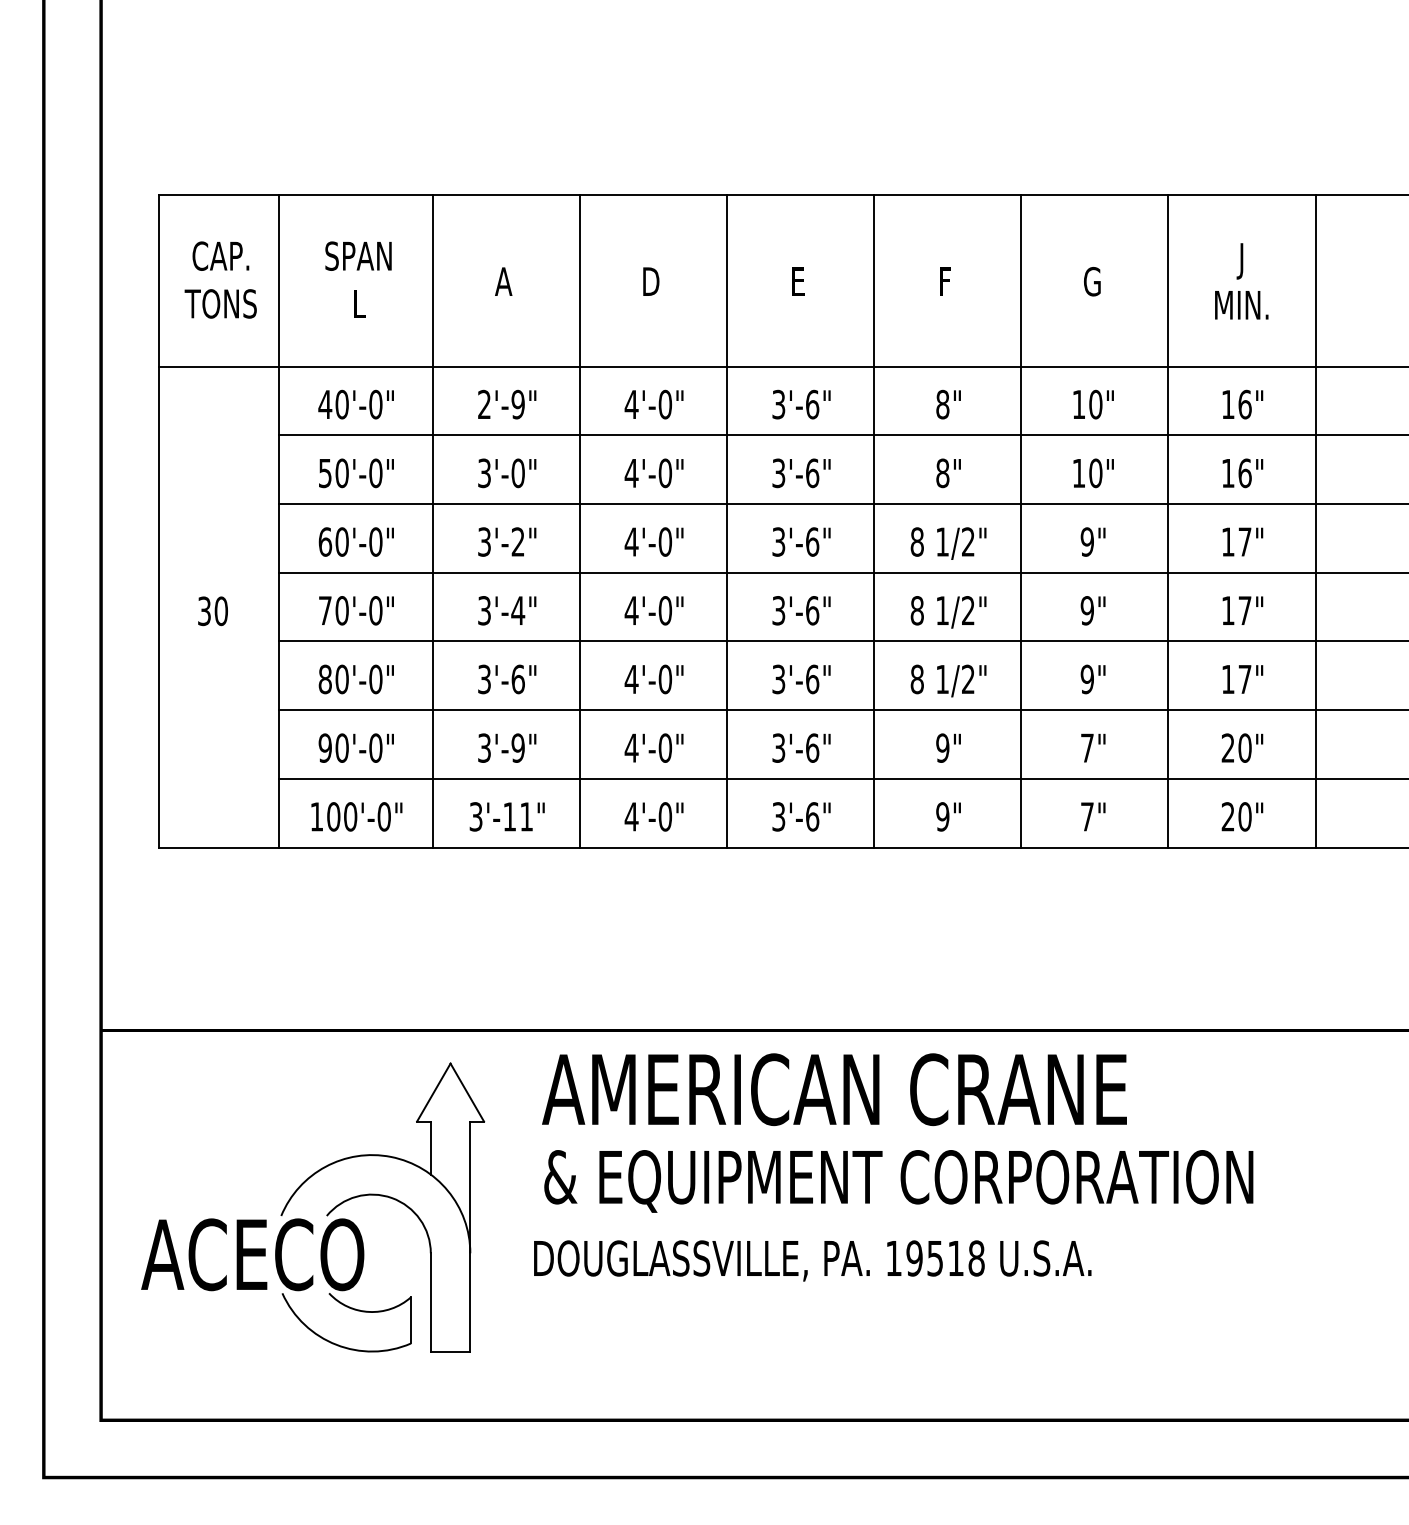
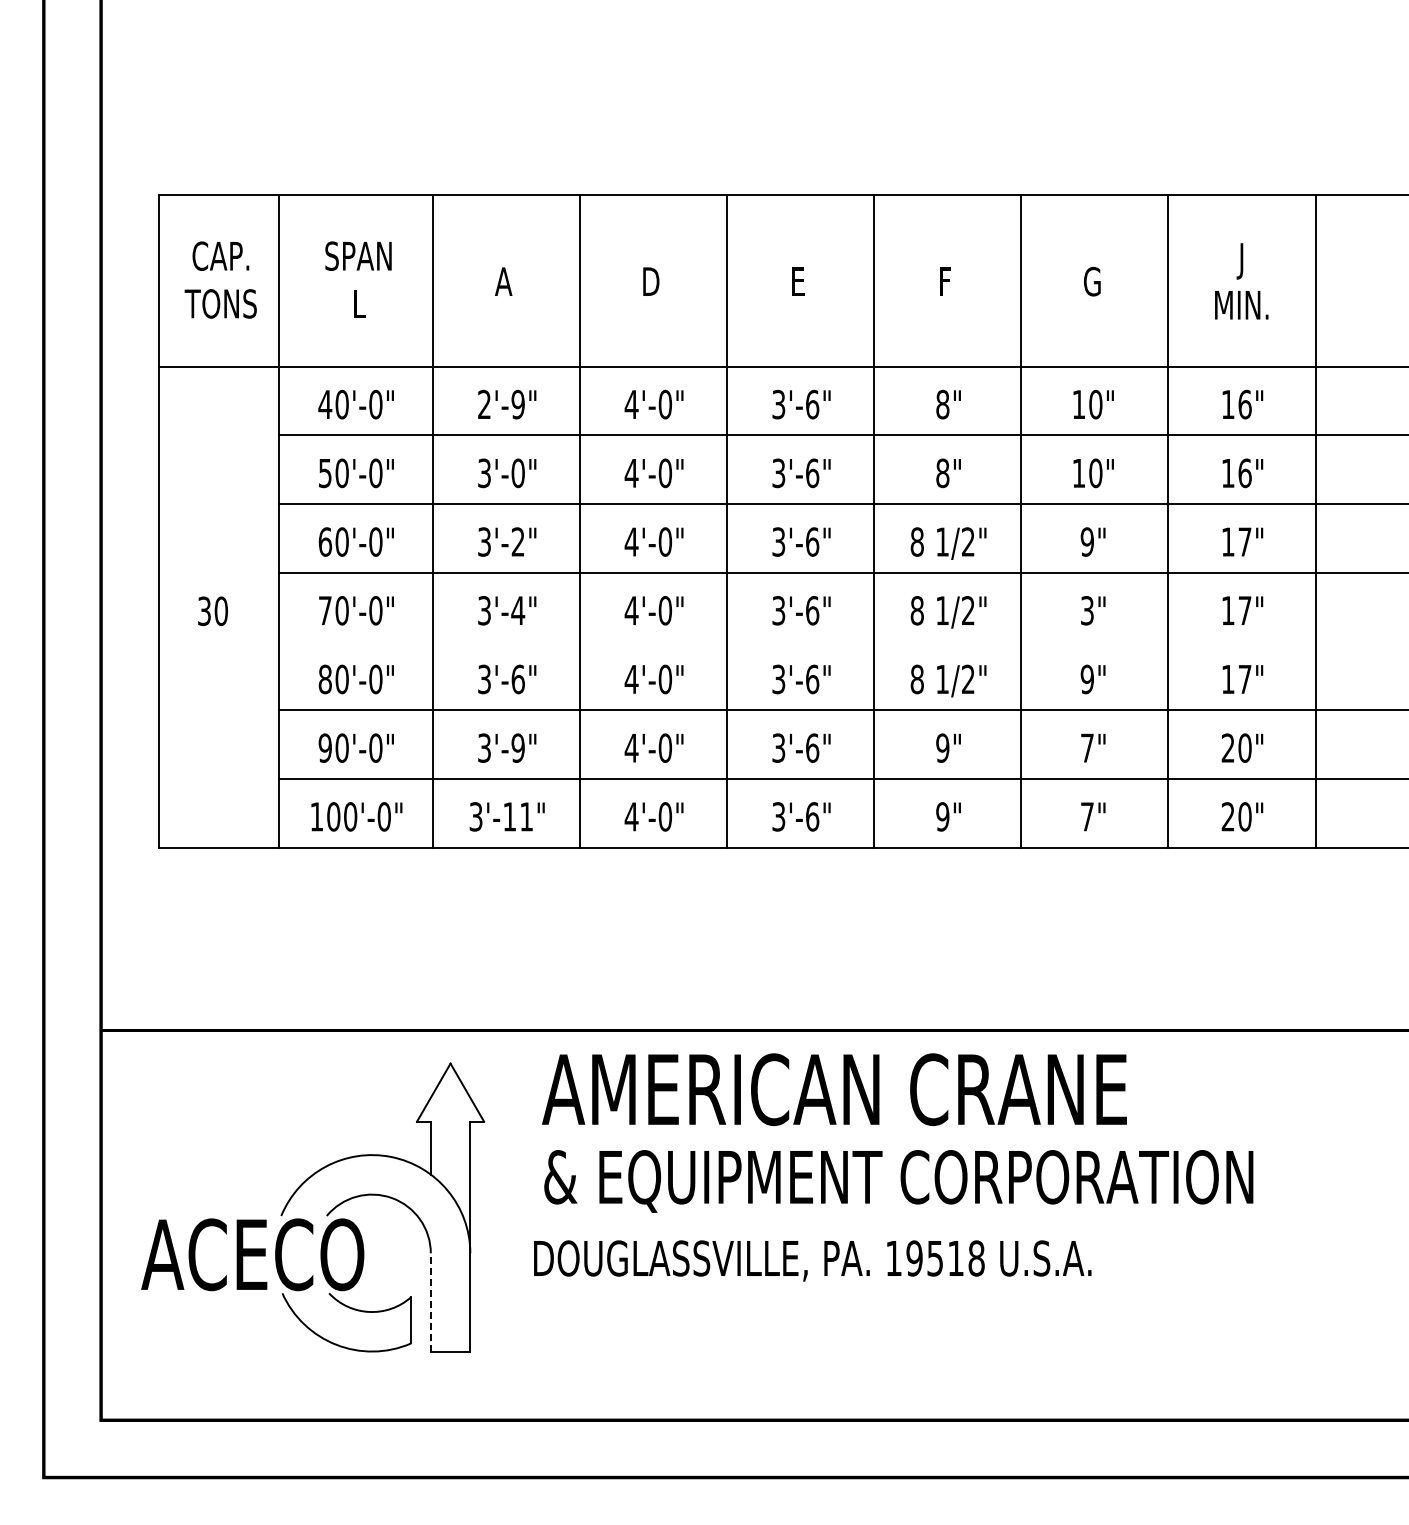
text at (1086, 610): 9" -> 3"
line at (842, 641): present -> none
line at (430, 1301): solid -> dashed
